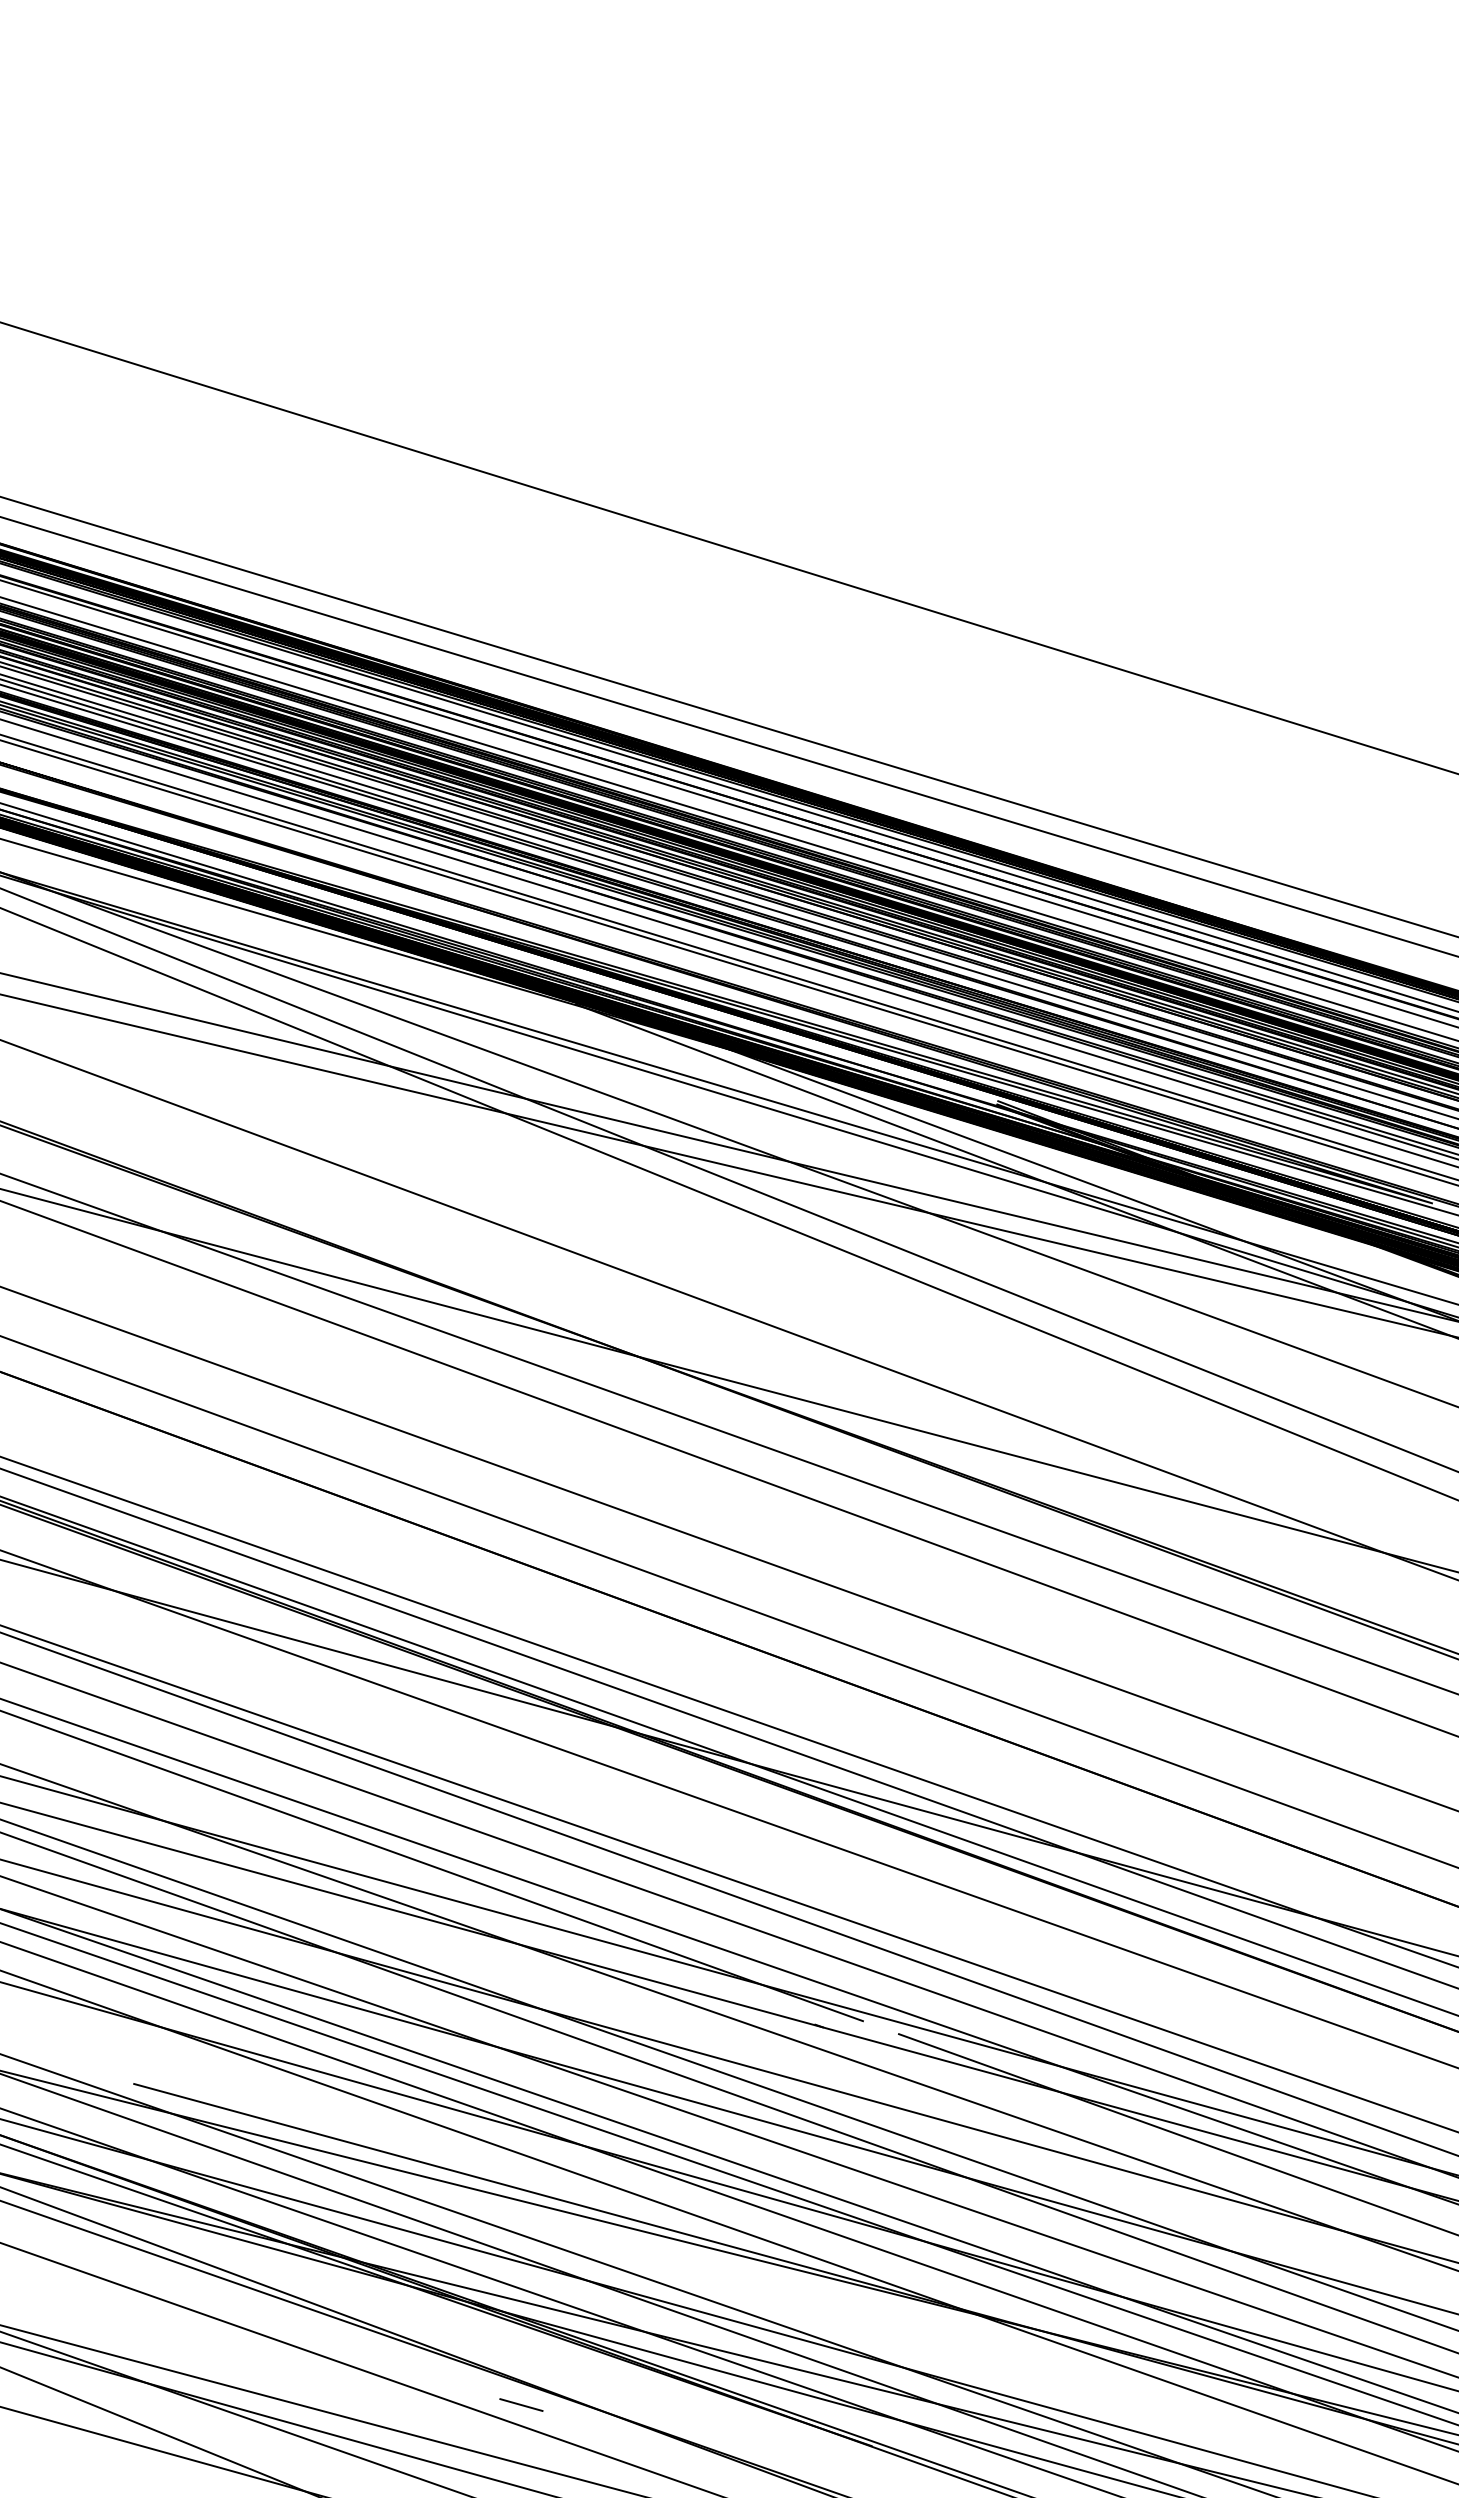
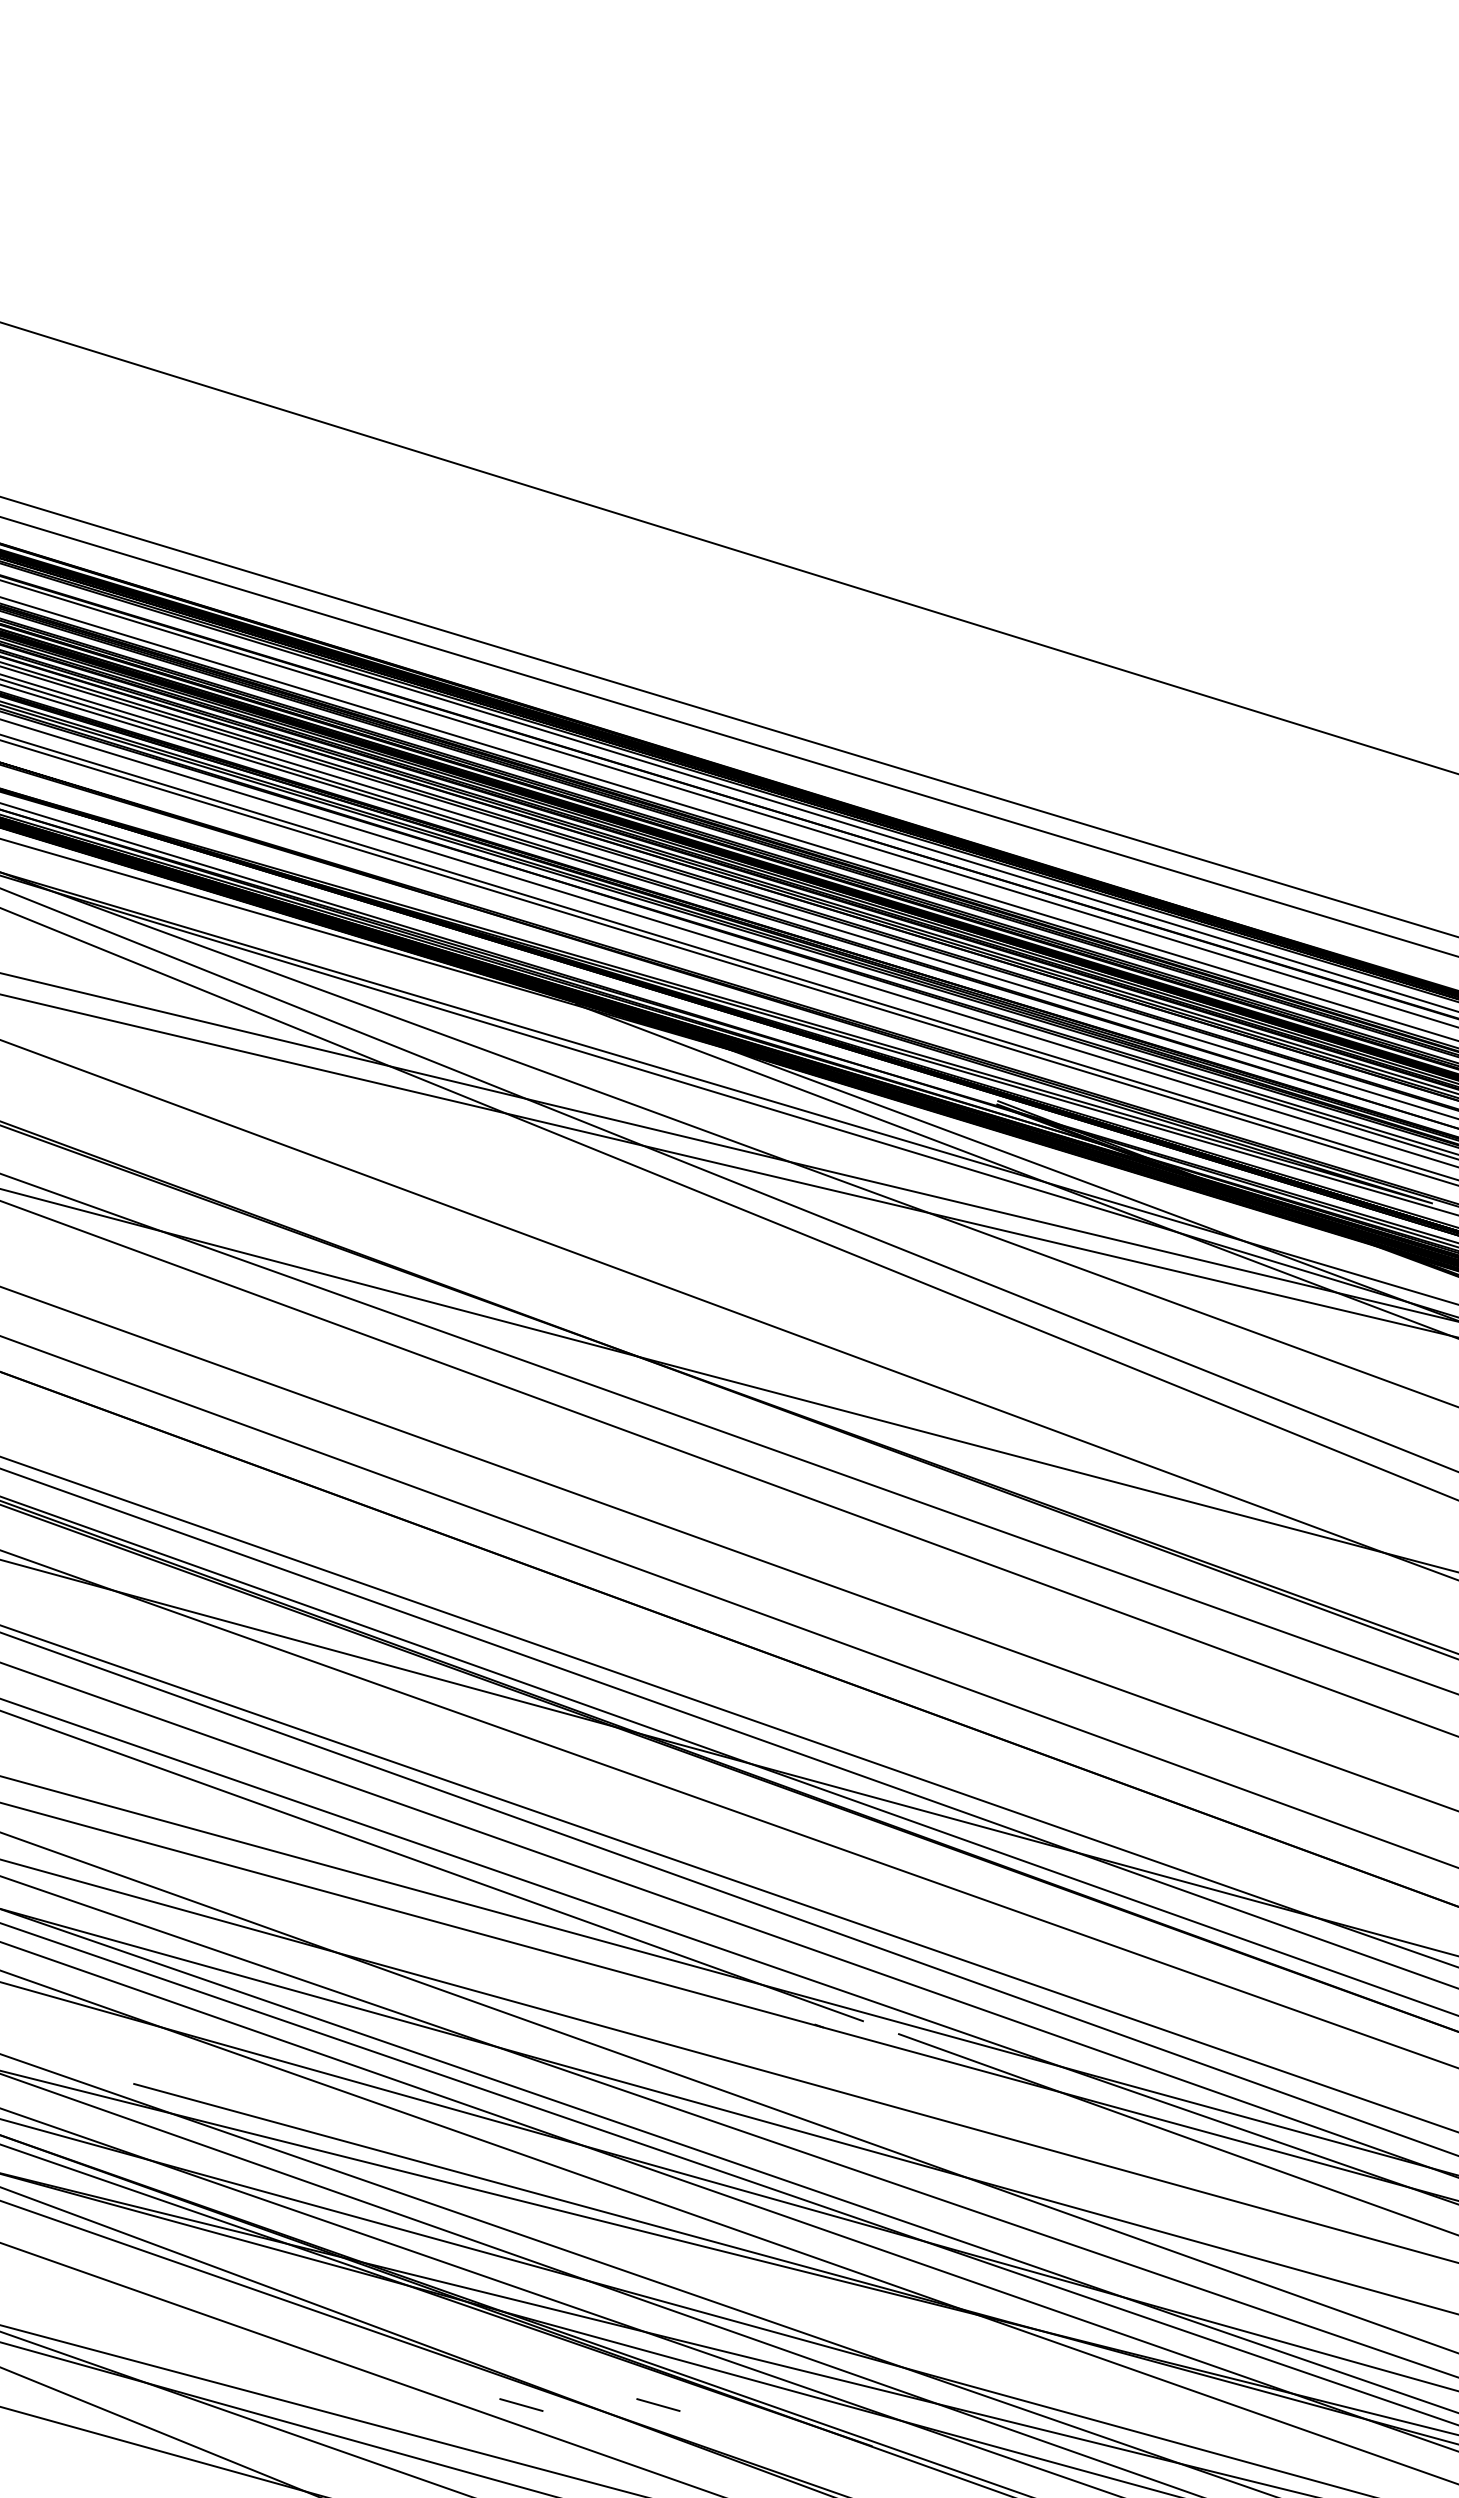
line at (728, 2017): present -> none
line at (728, 2075): present -> none
line at (658, 2404): none -> present
